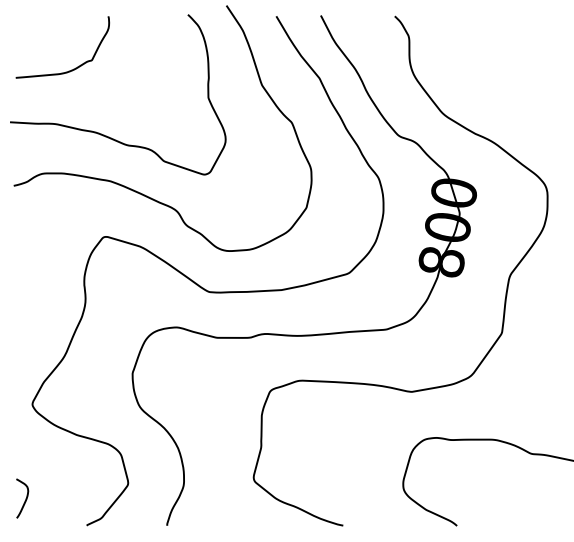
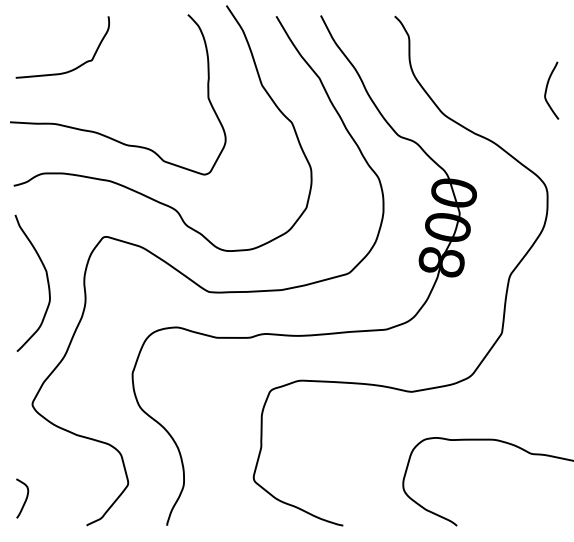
curve at (547, 89): none -> present
curve at (46, 279): none -> present
